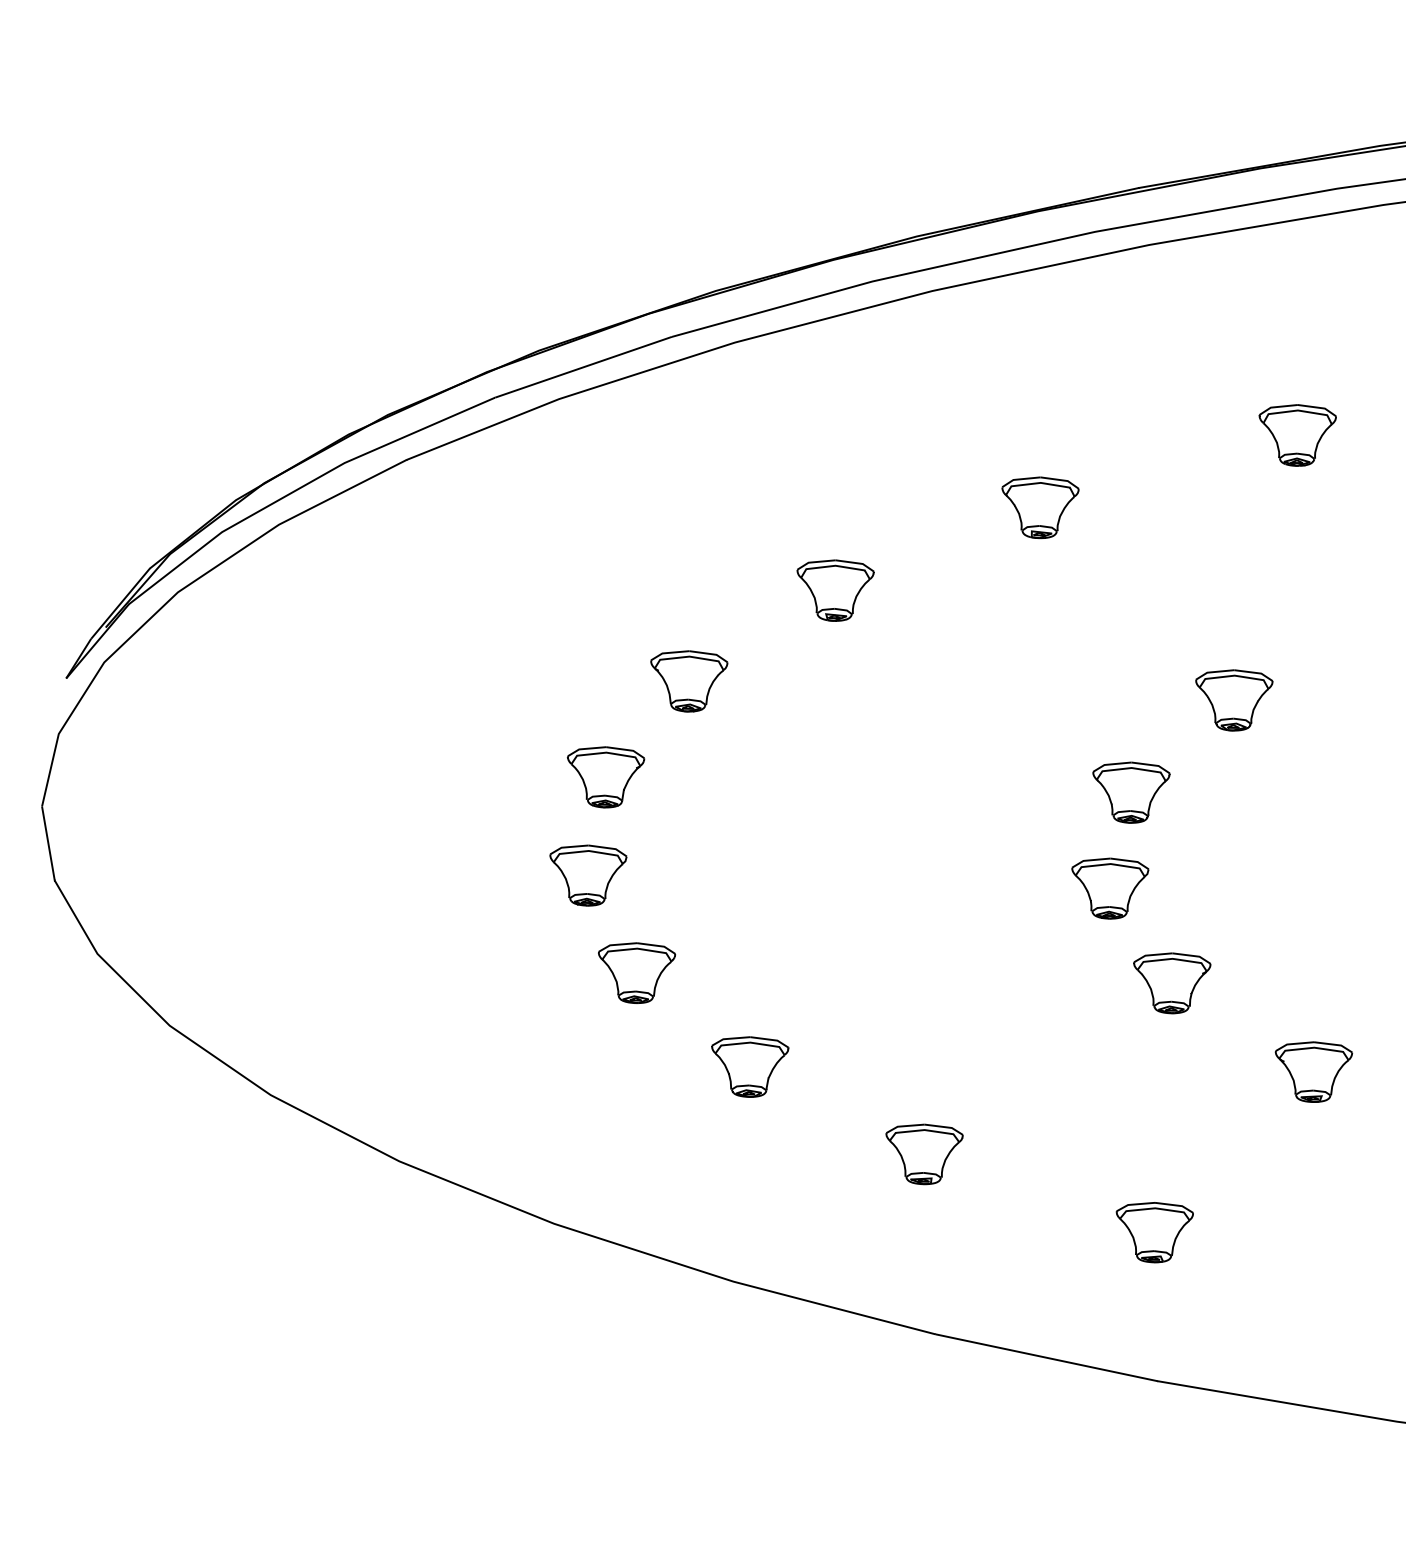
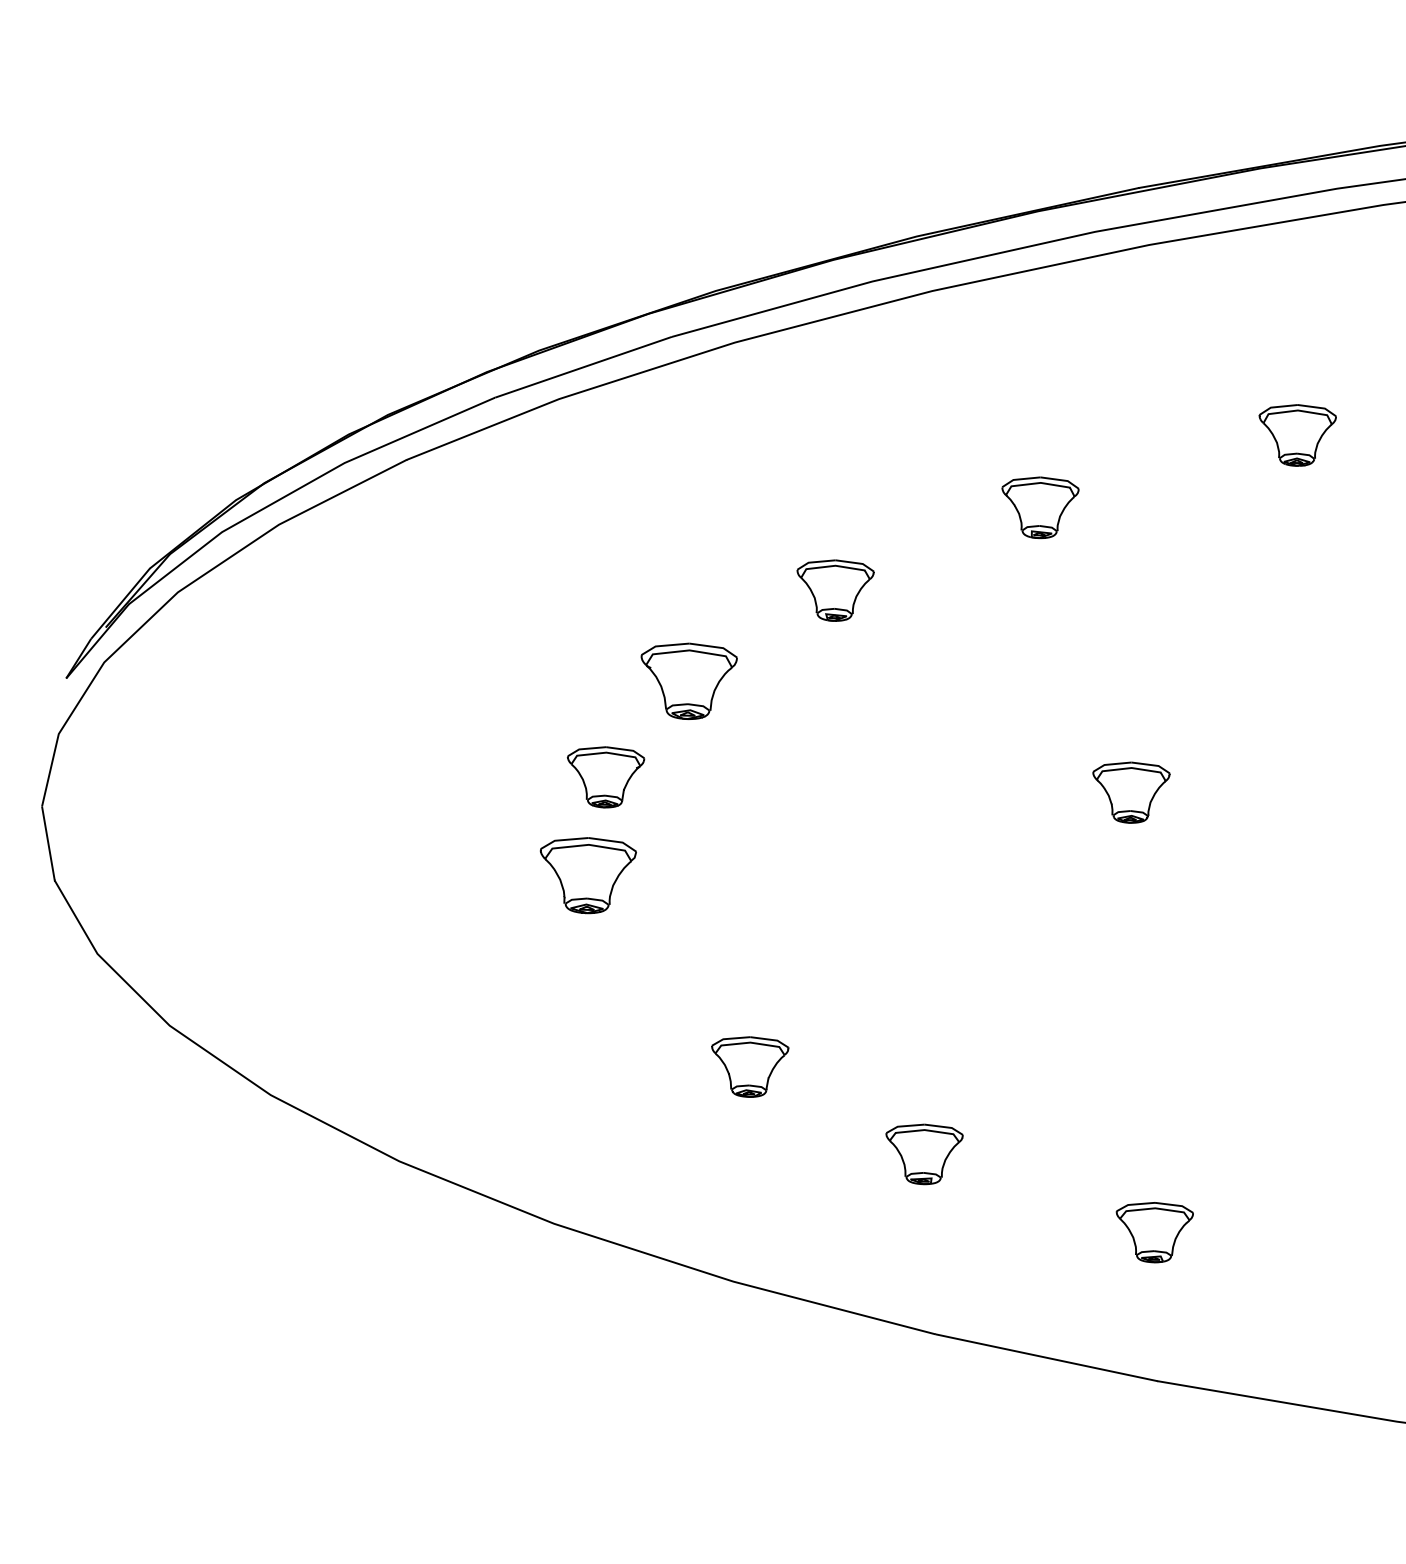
part at (689, 681) size: 79x63 px -> 98x78 px
part at (1234, 700): present -> none
part at (588, 875) size: 79x63 px -> 98x78 px
part at (1110, 888): present -> none
part at (637, 972): present -> none
part at (1172, 983): present -> none
part at (1313, 1071): present -> none
